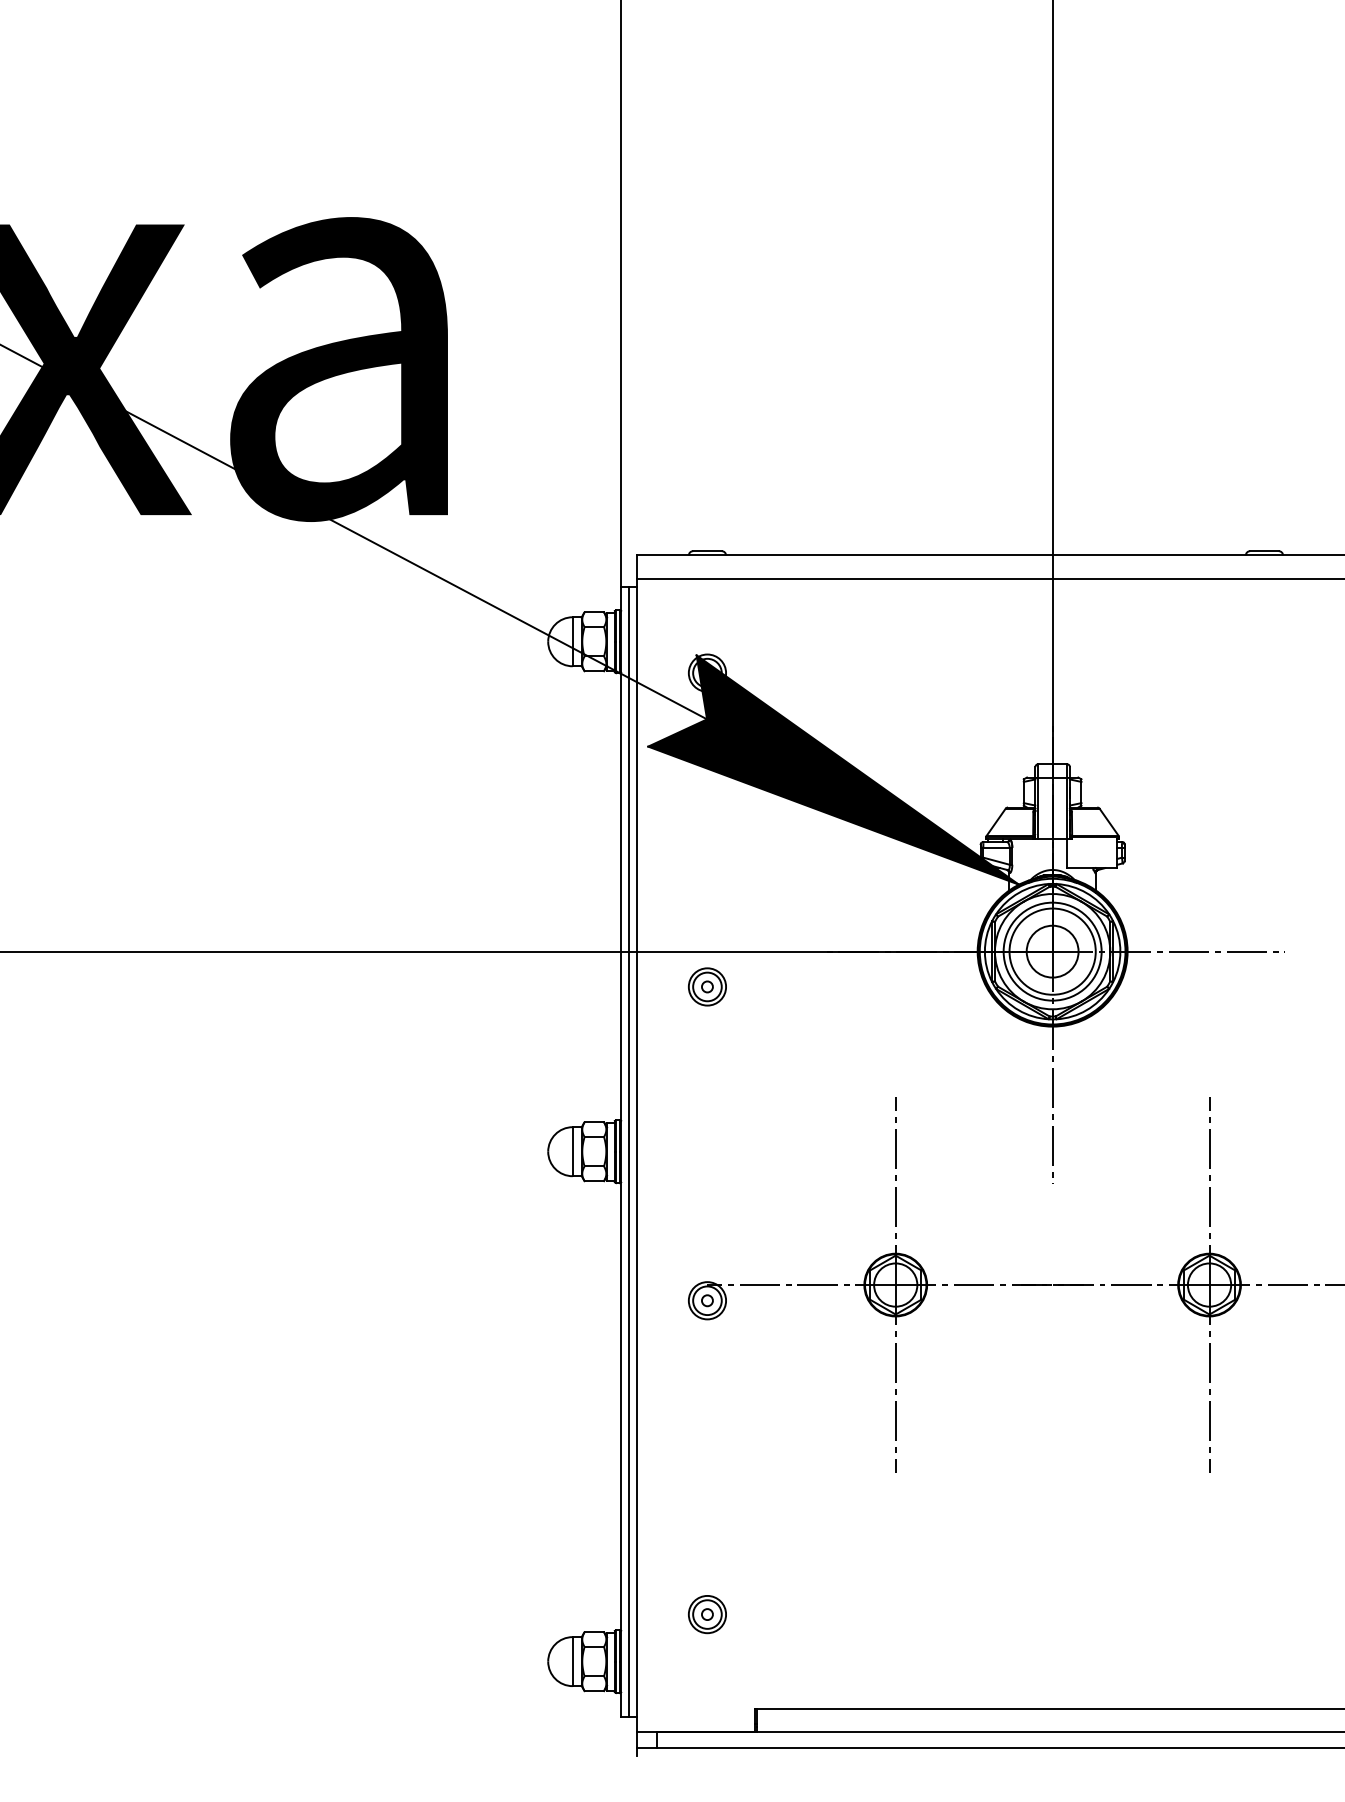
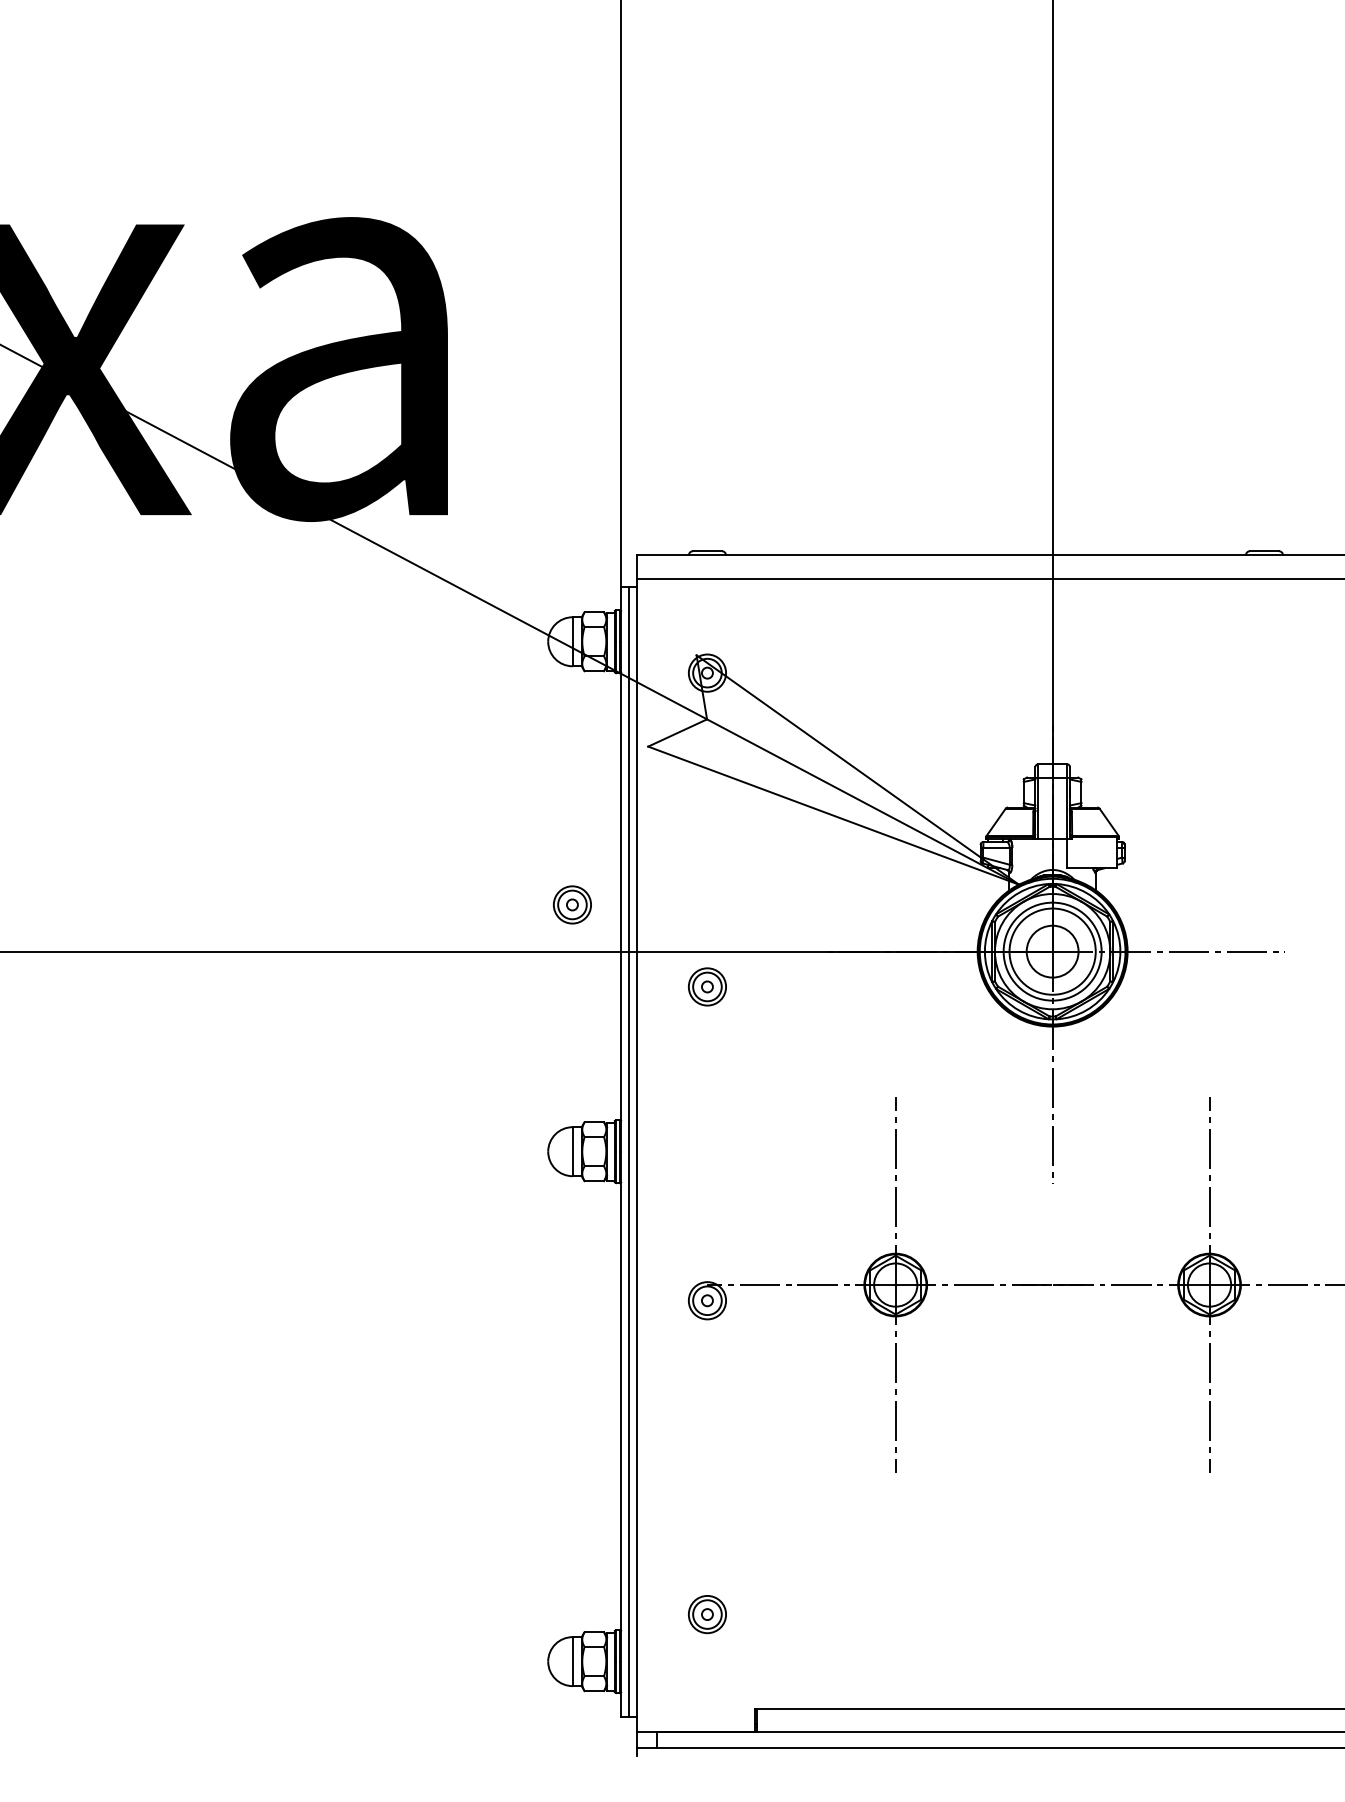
fill at (833, 769): present -> none
part at (572, 904): none -> present
